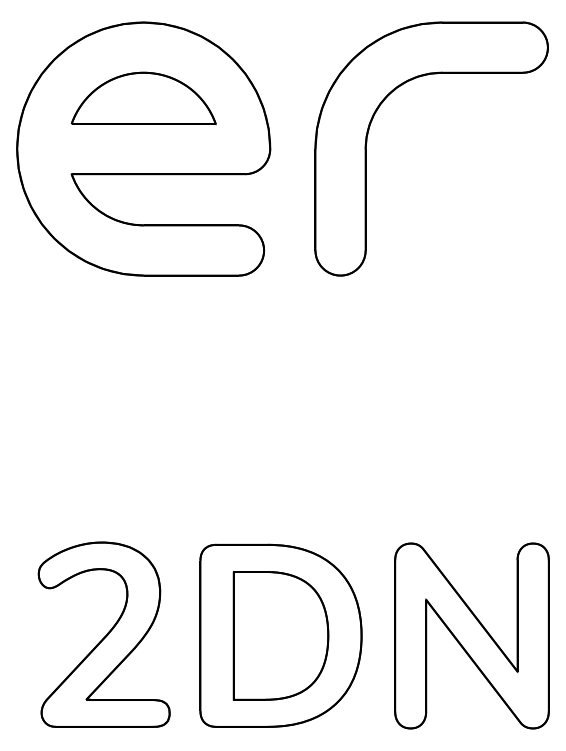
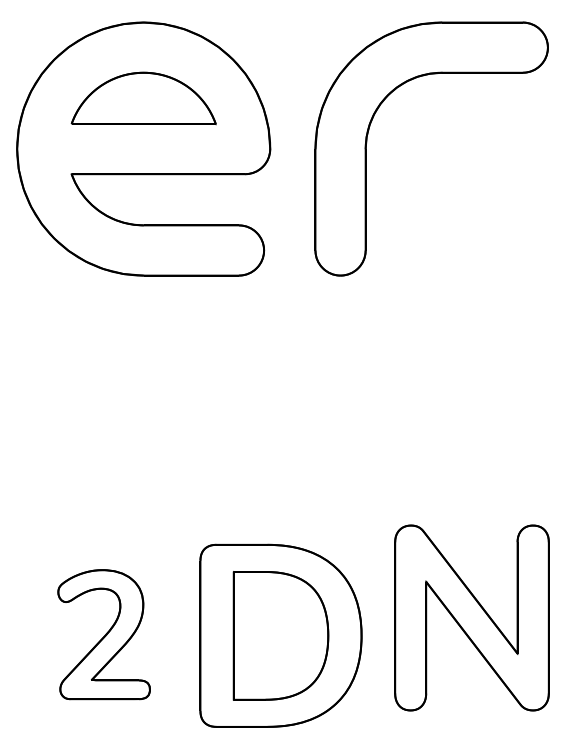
part at (103, 634) size: 134x187 px -> 94x132 px
part at (471, 635) position: (471, 635) -> (471, 617)
